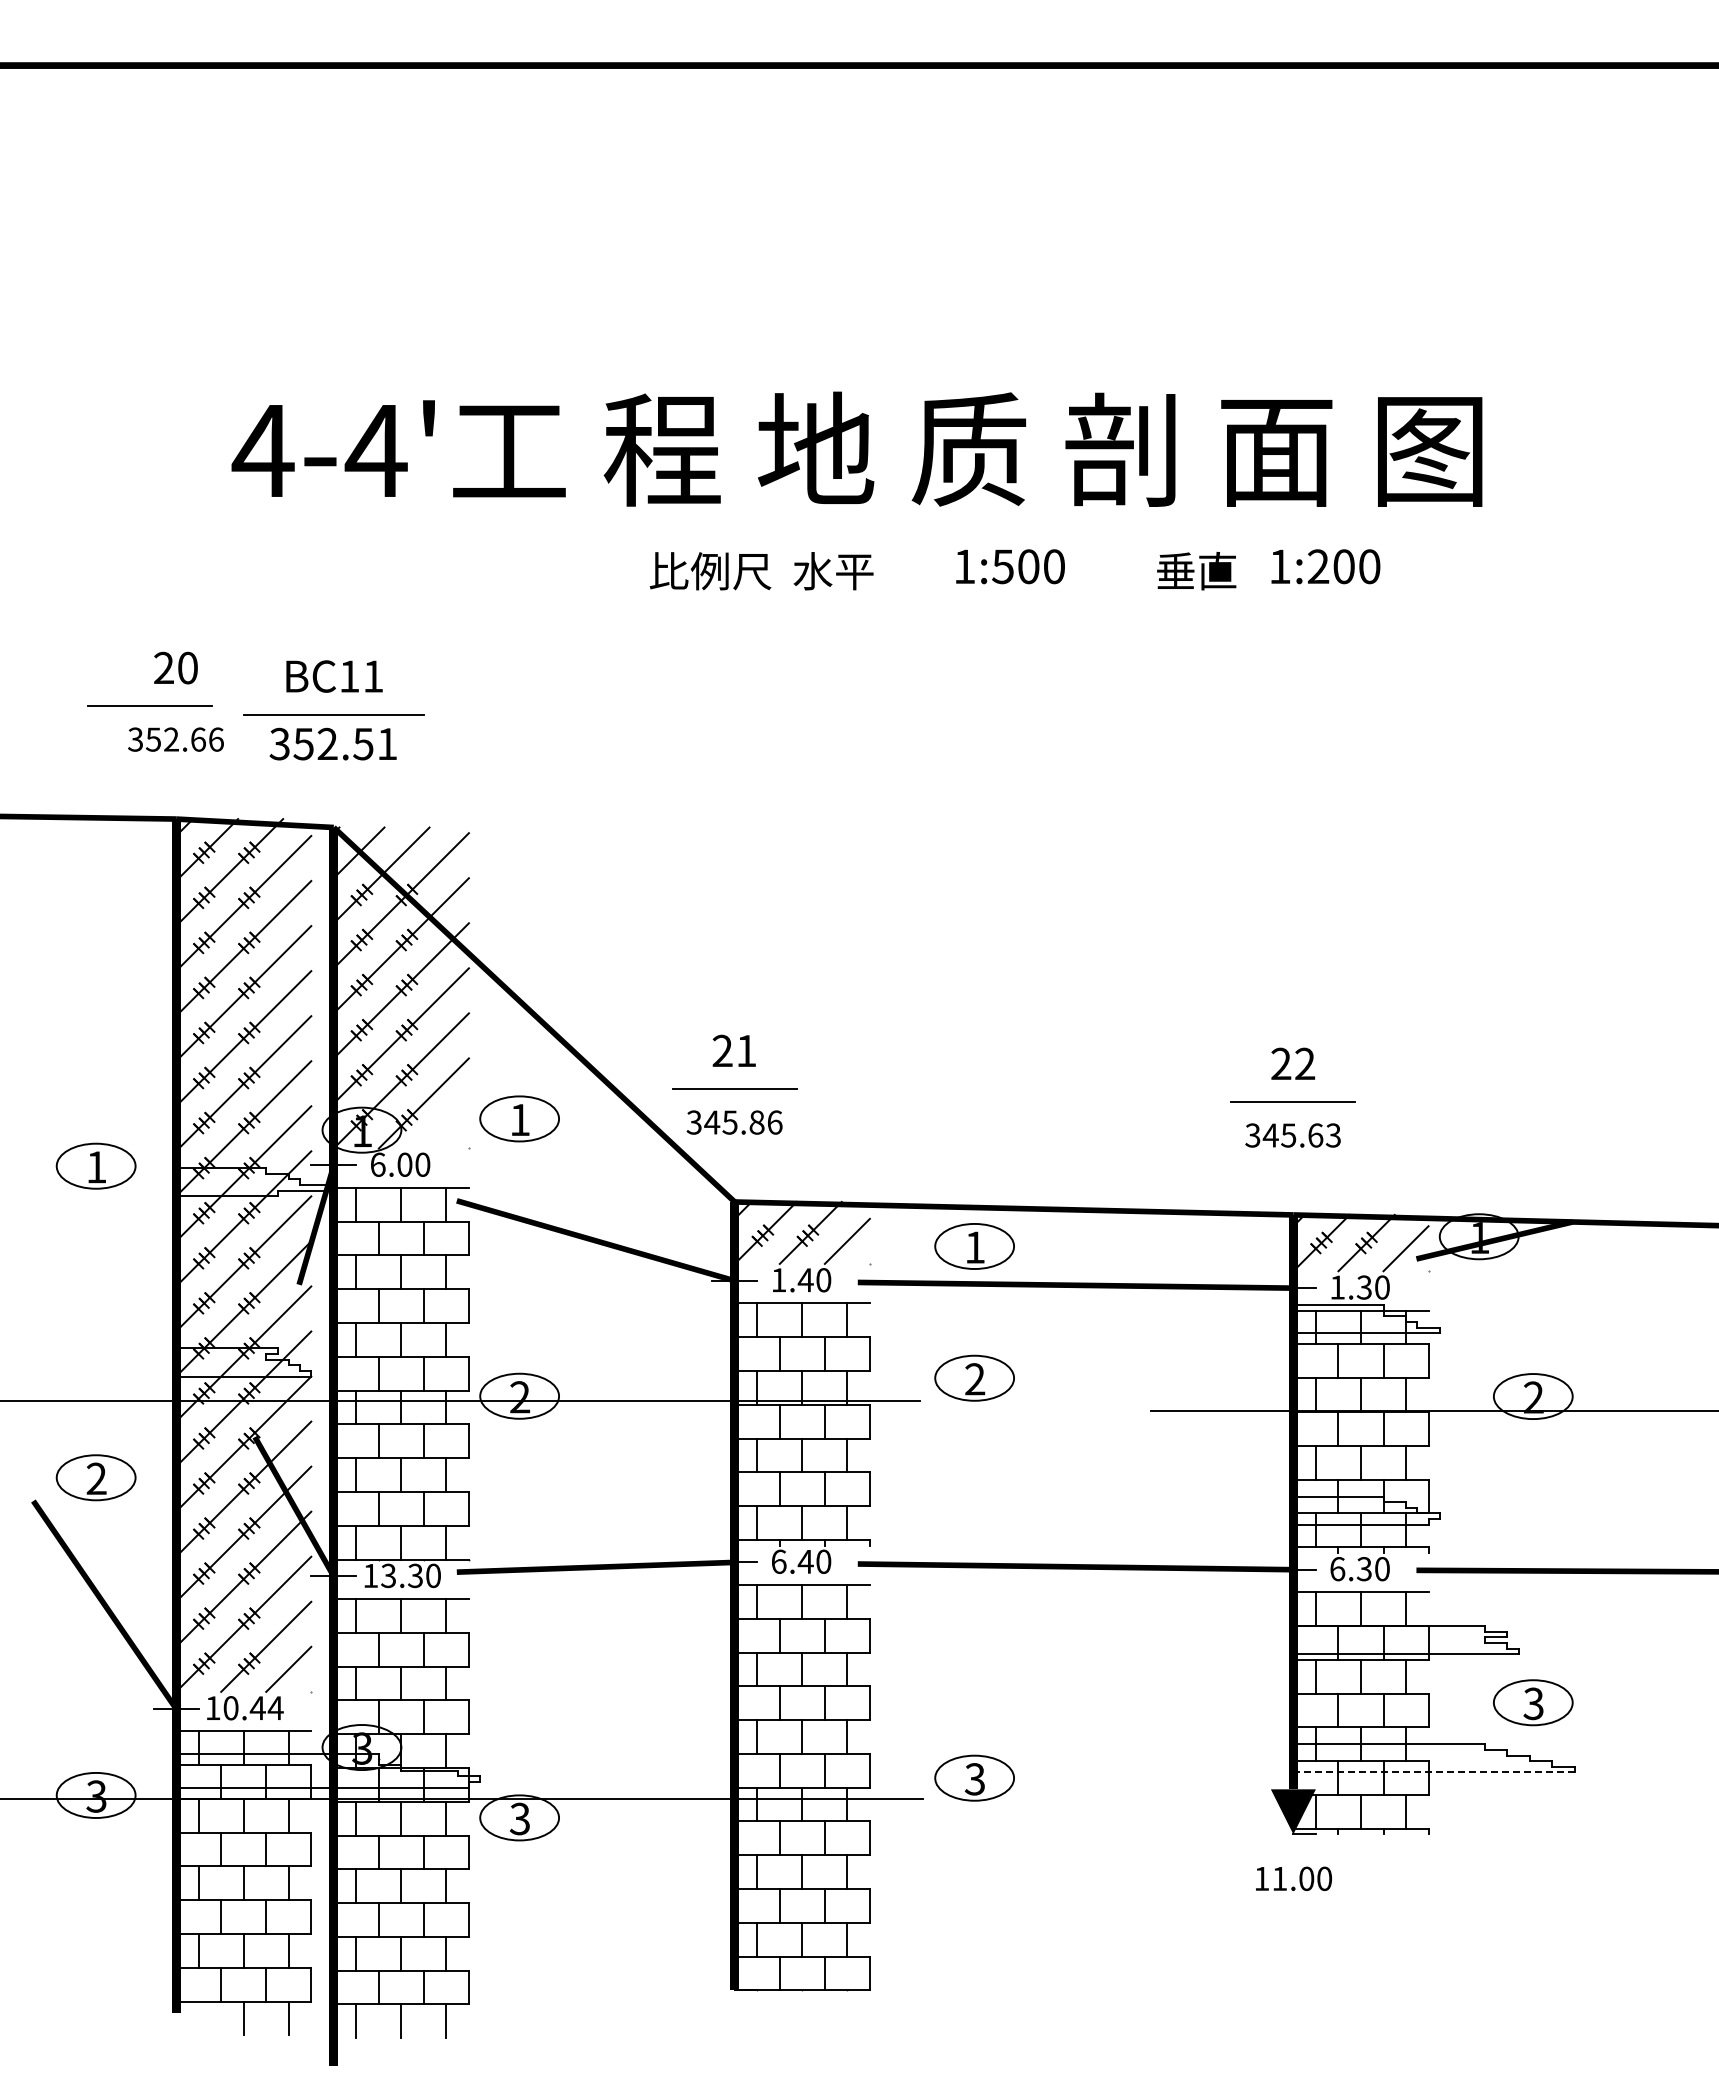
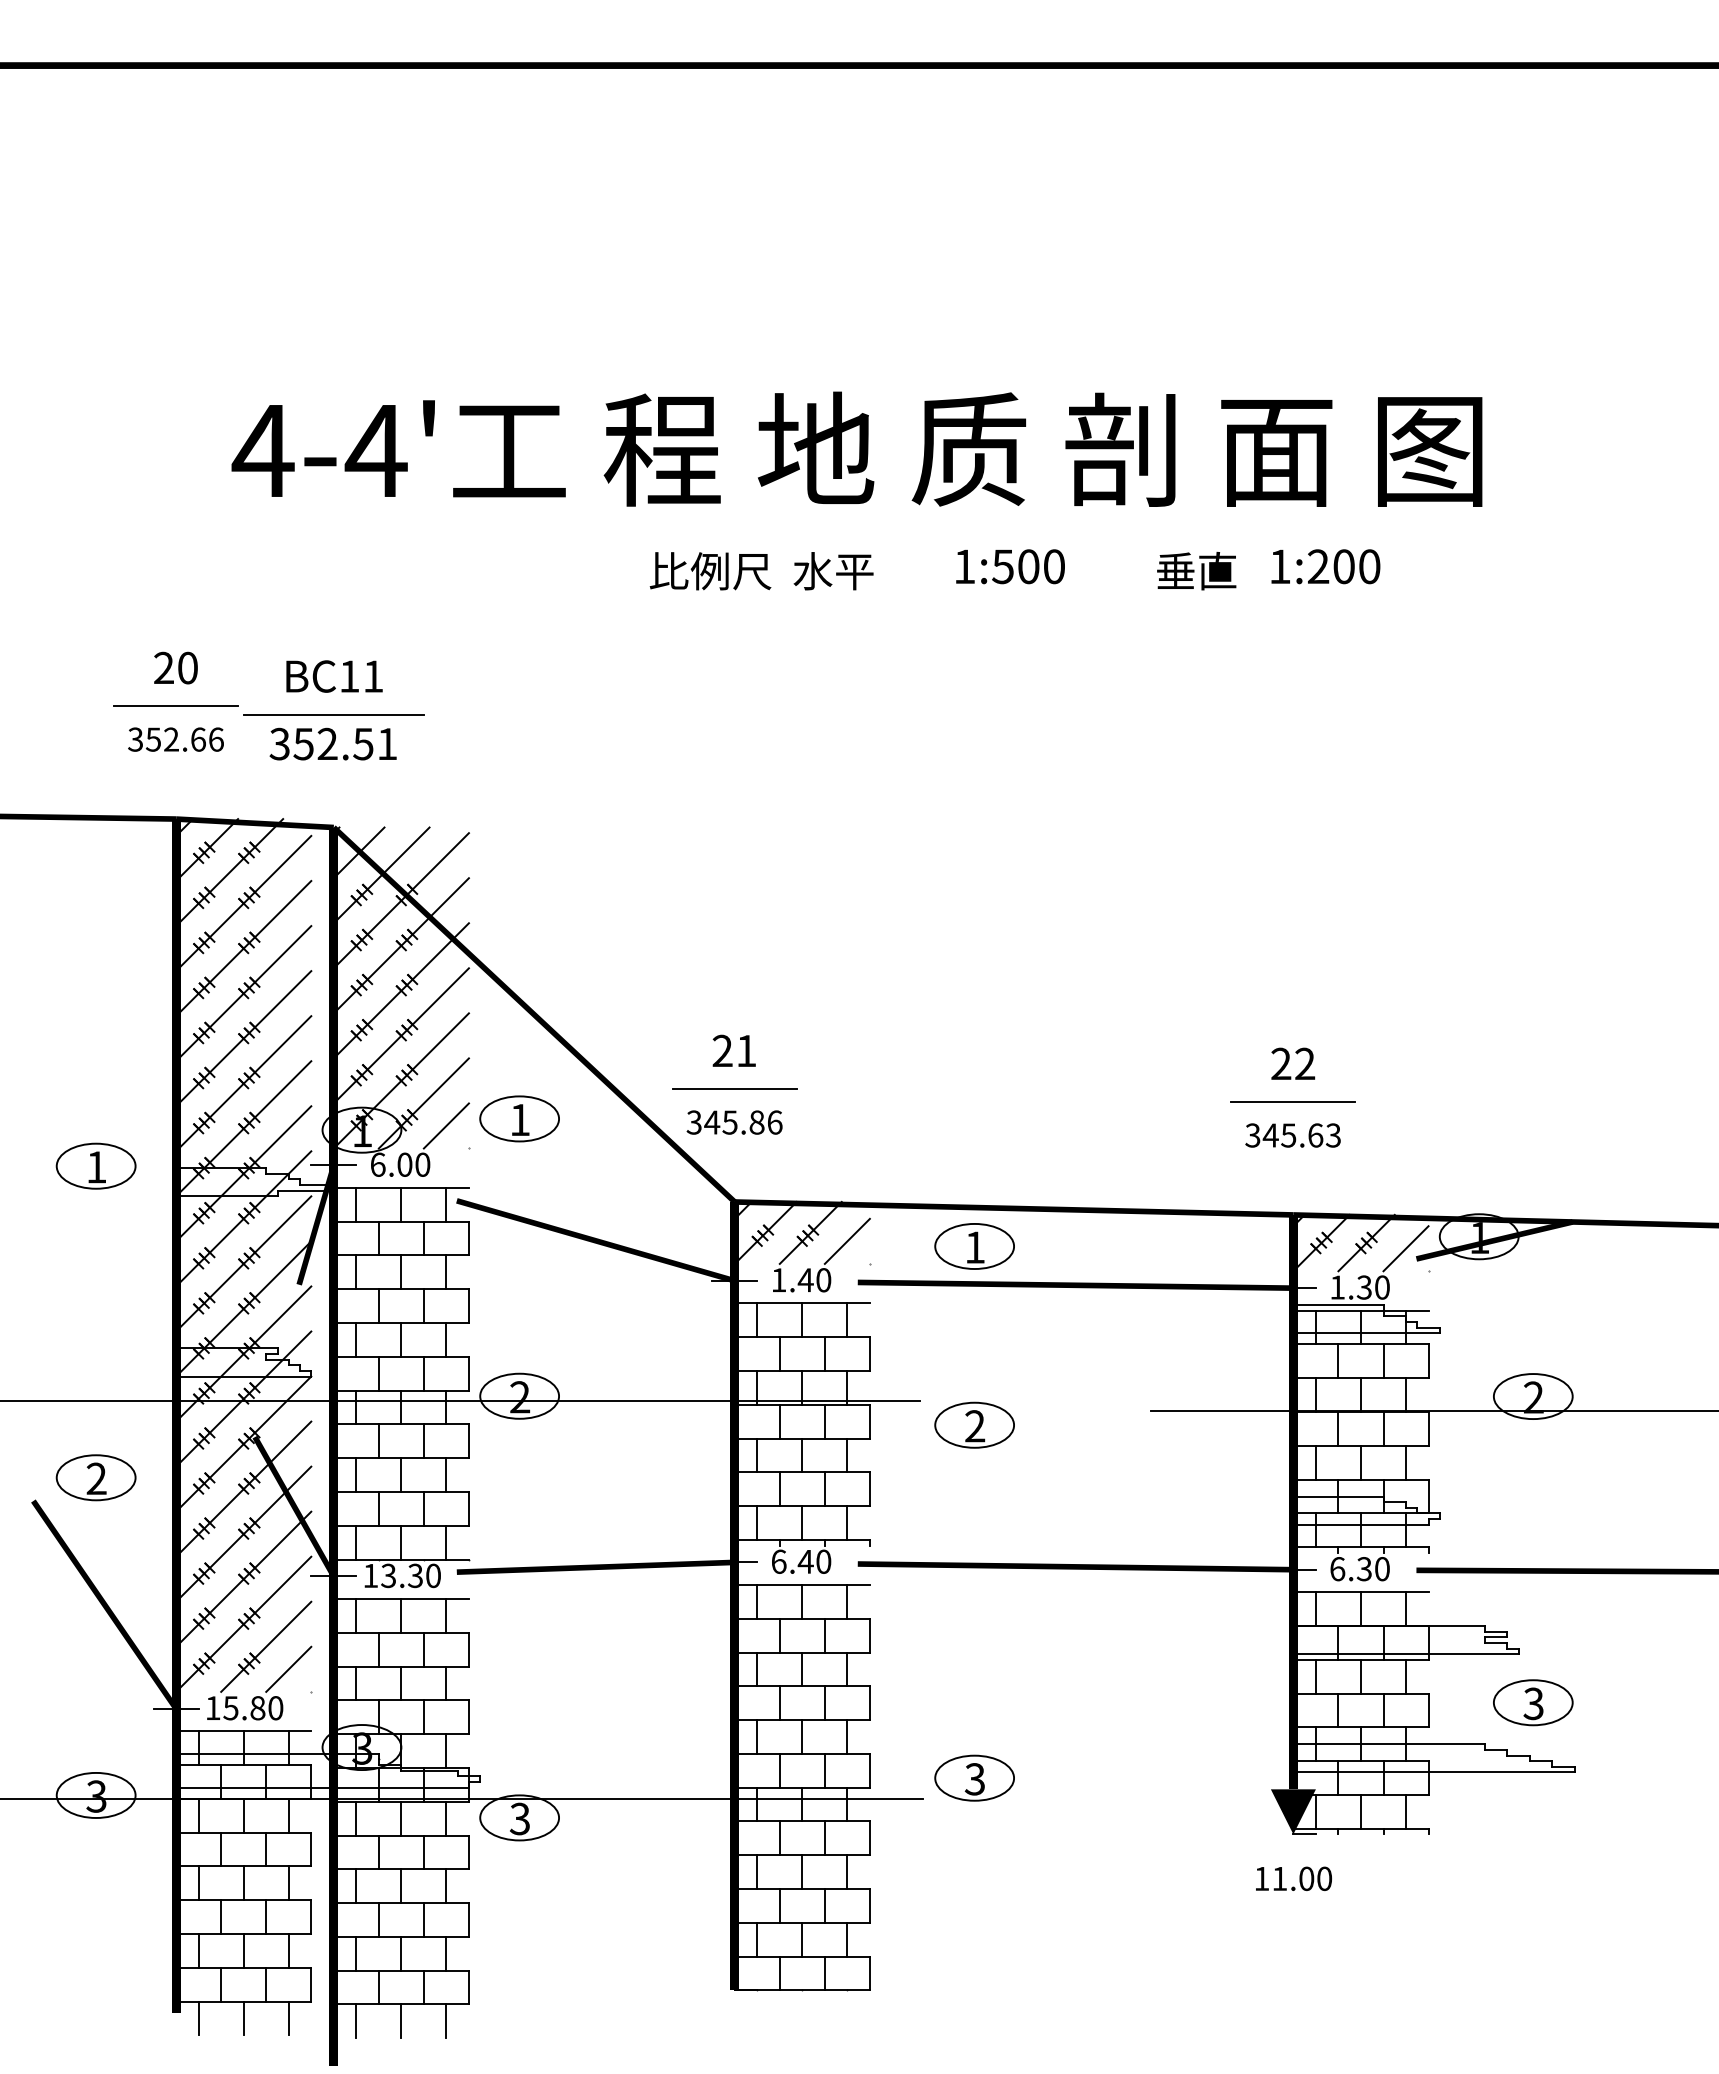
line at (149, 705) position: (149, 705) -> (175, 705)
line at (445, 1125): none -> present
part at (974, 1377) position: (974, 1377) -> (974, 1424)
text at (253, 1708): 10.44 -> 15.80
line at (1434, 1772): dashed -> solid
line at (198, 2018): none -> present
